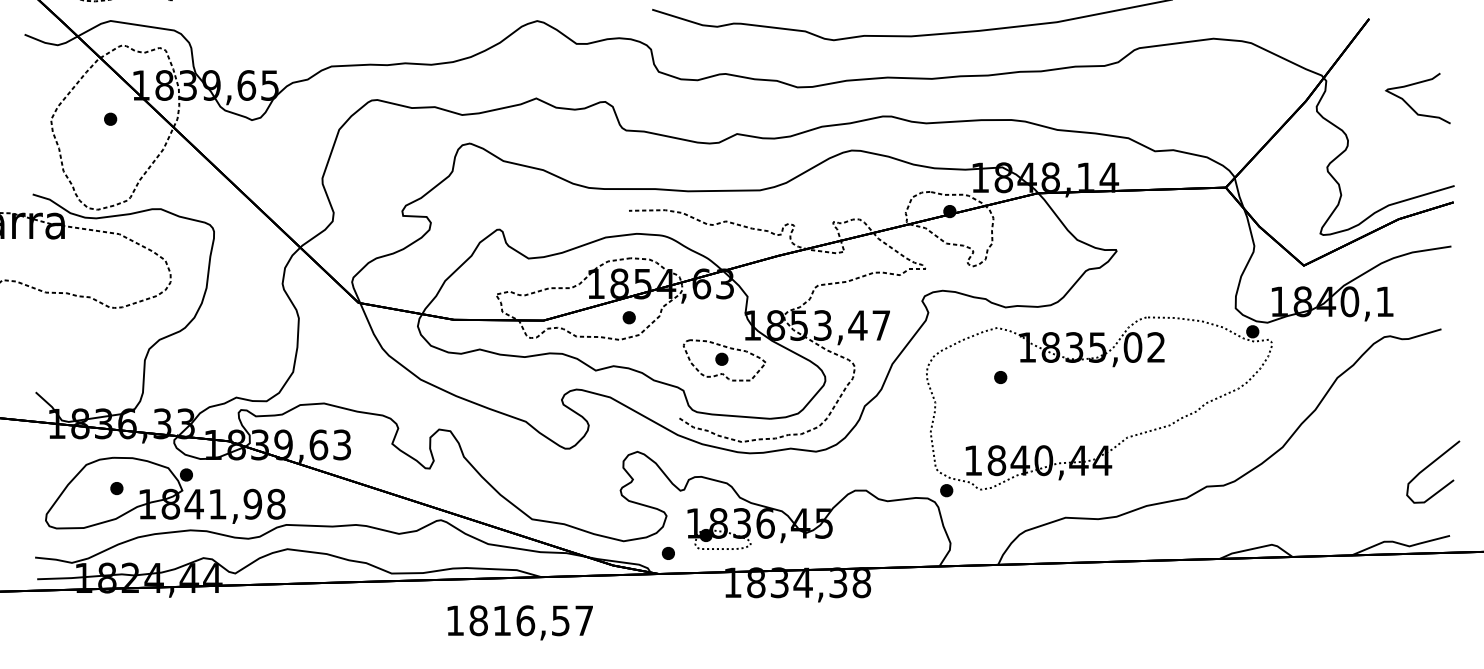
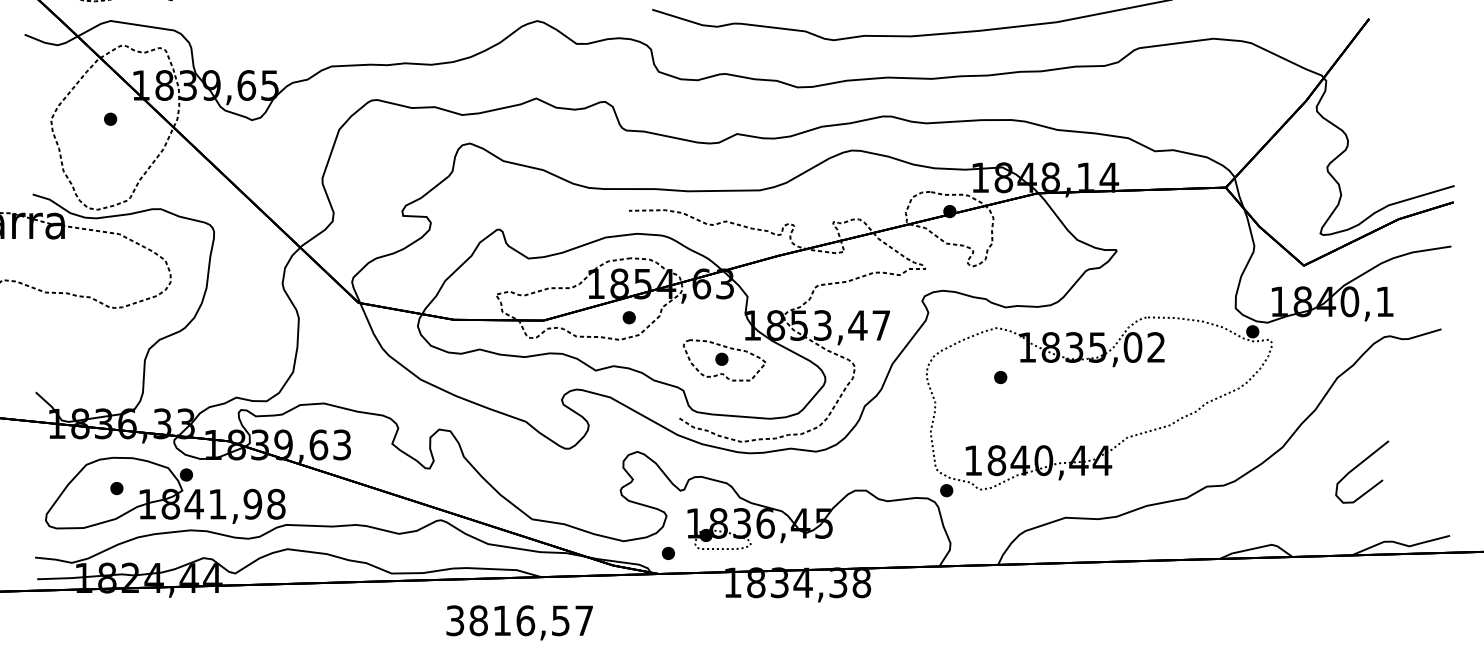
curve at (1410, 105): present -> none
curve at (1429, 466) position: (1429, 466) -> (1358, 466)
text at (455, 620): 1816,57 -> 3816,57
